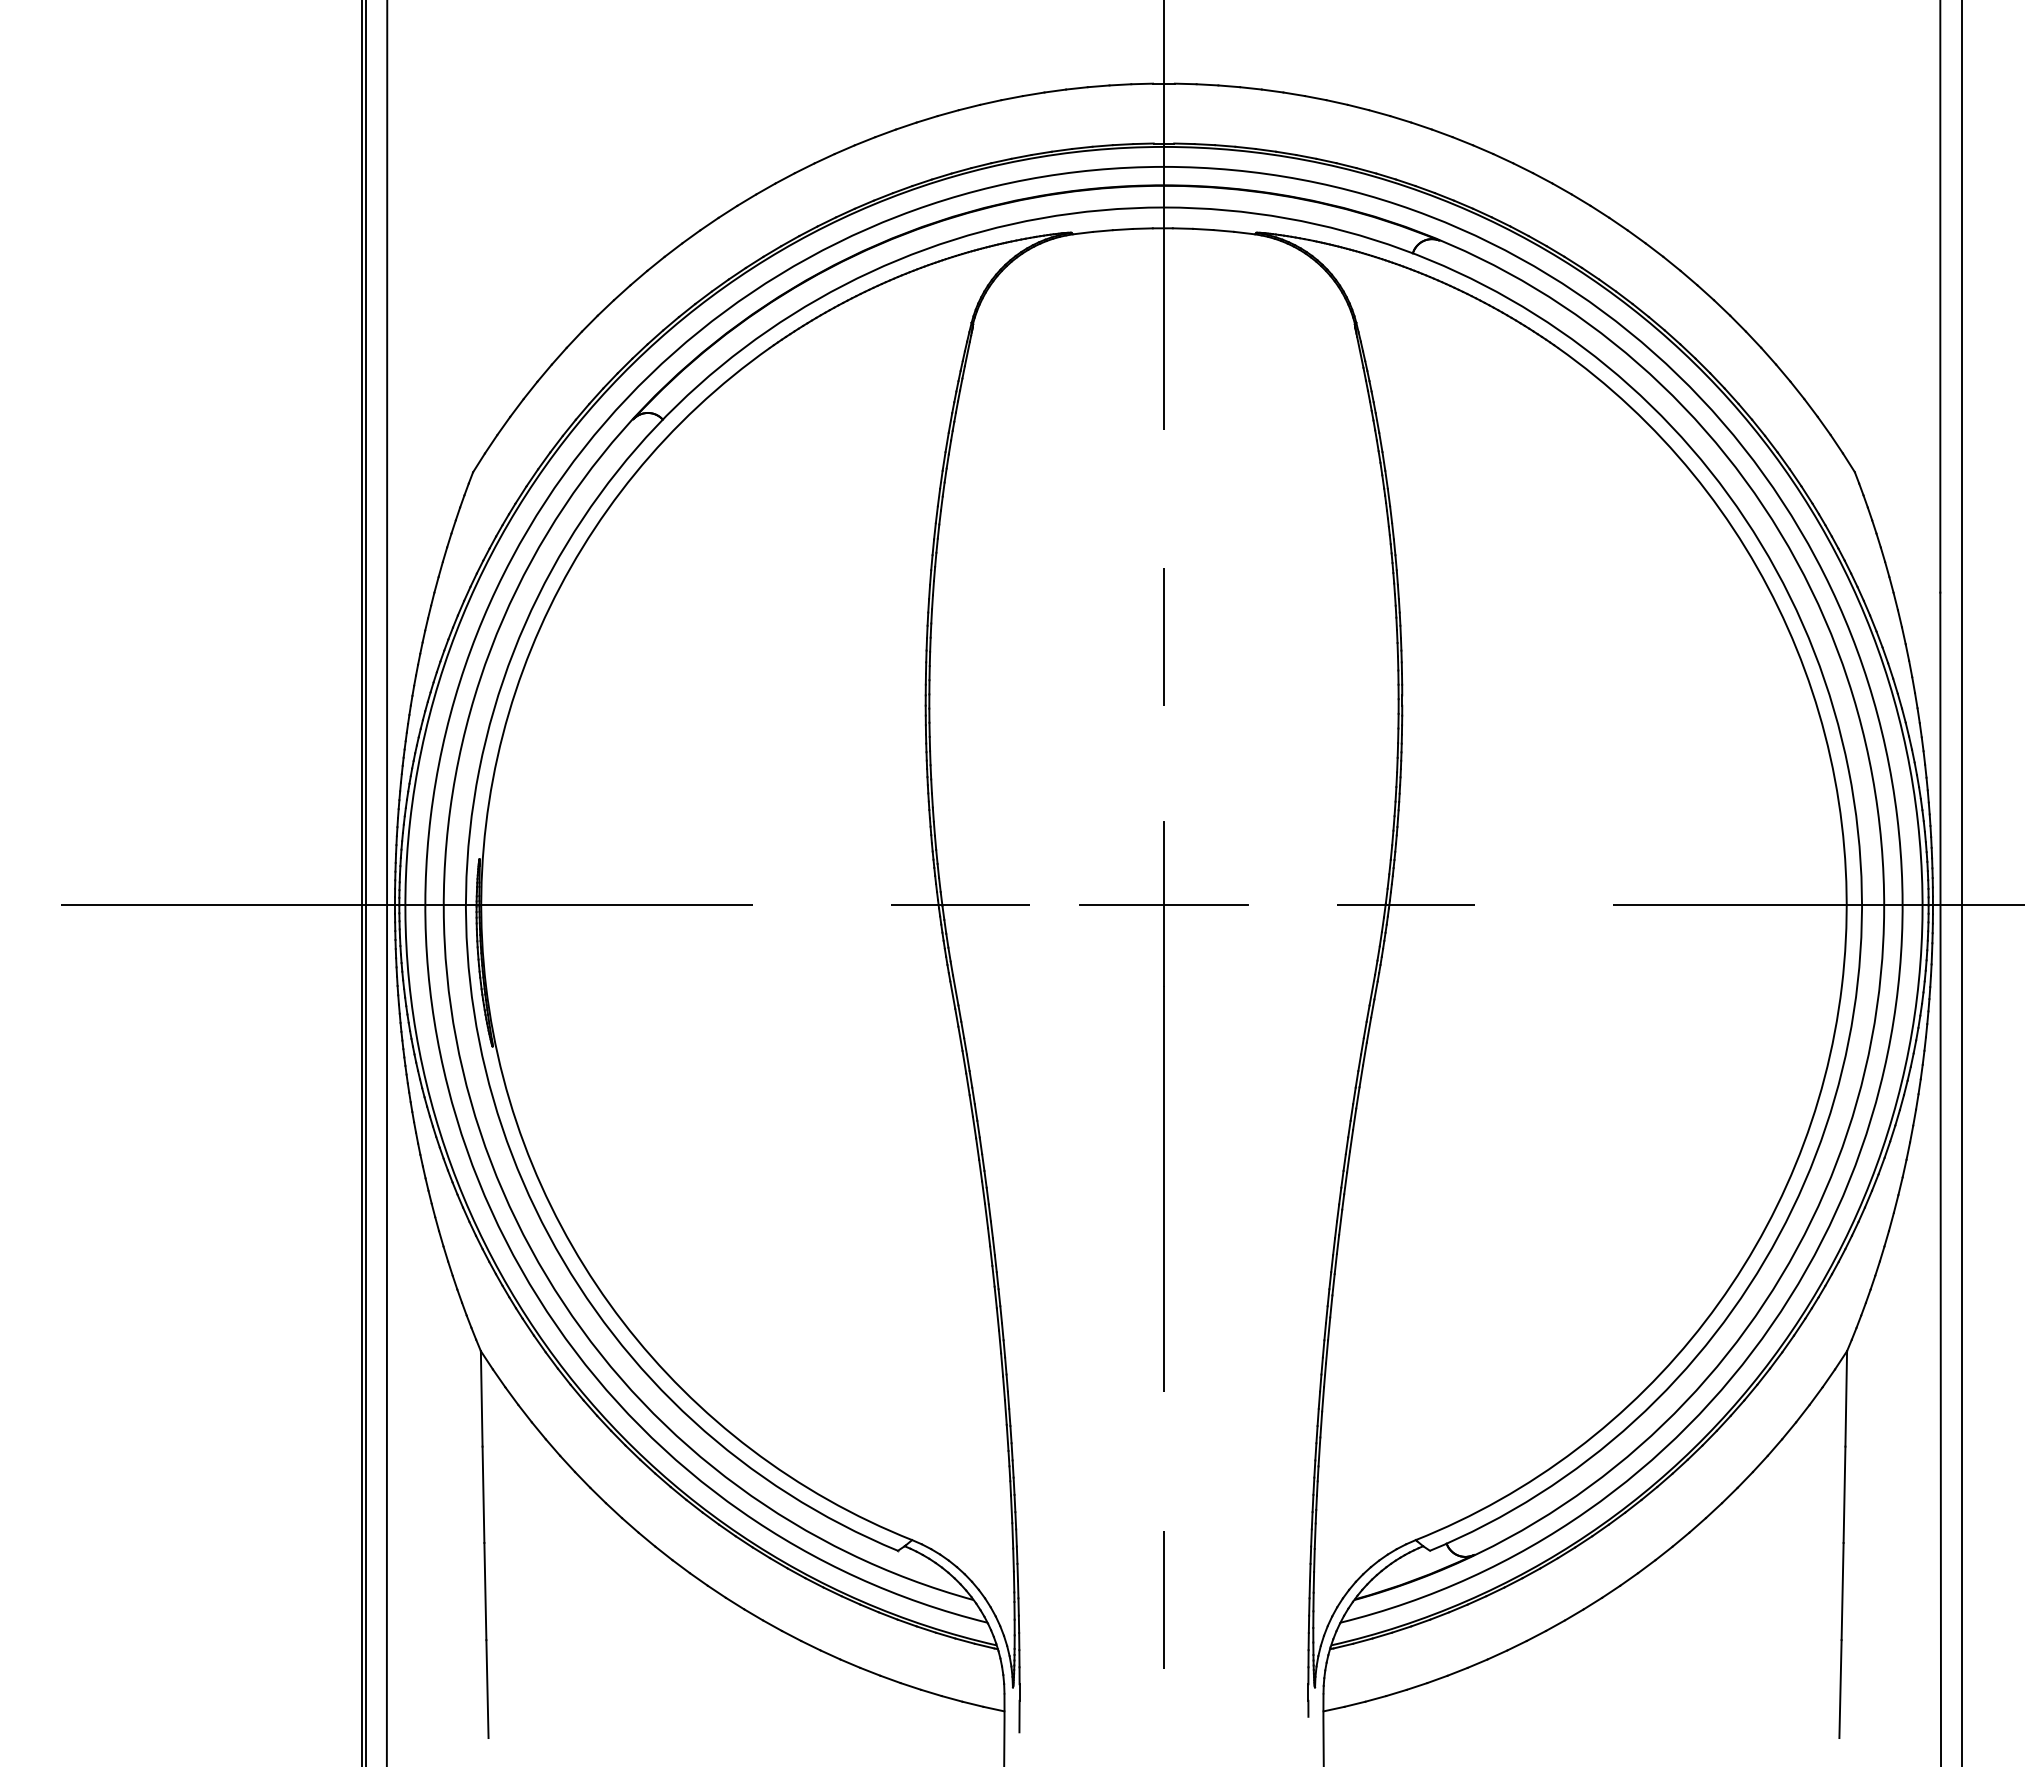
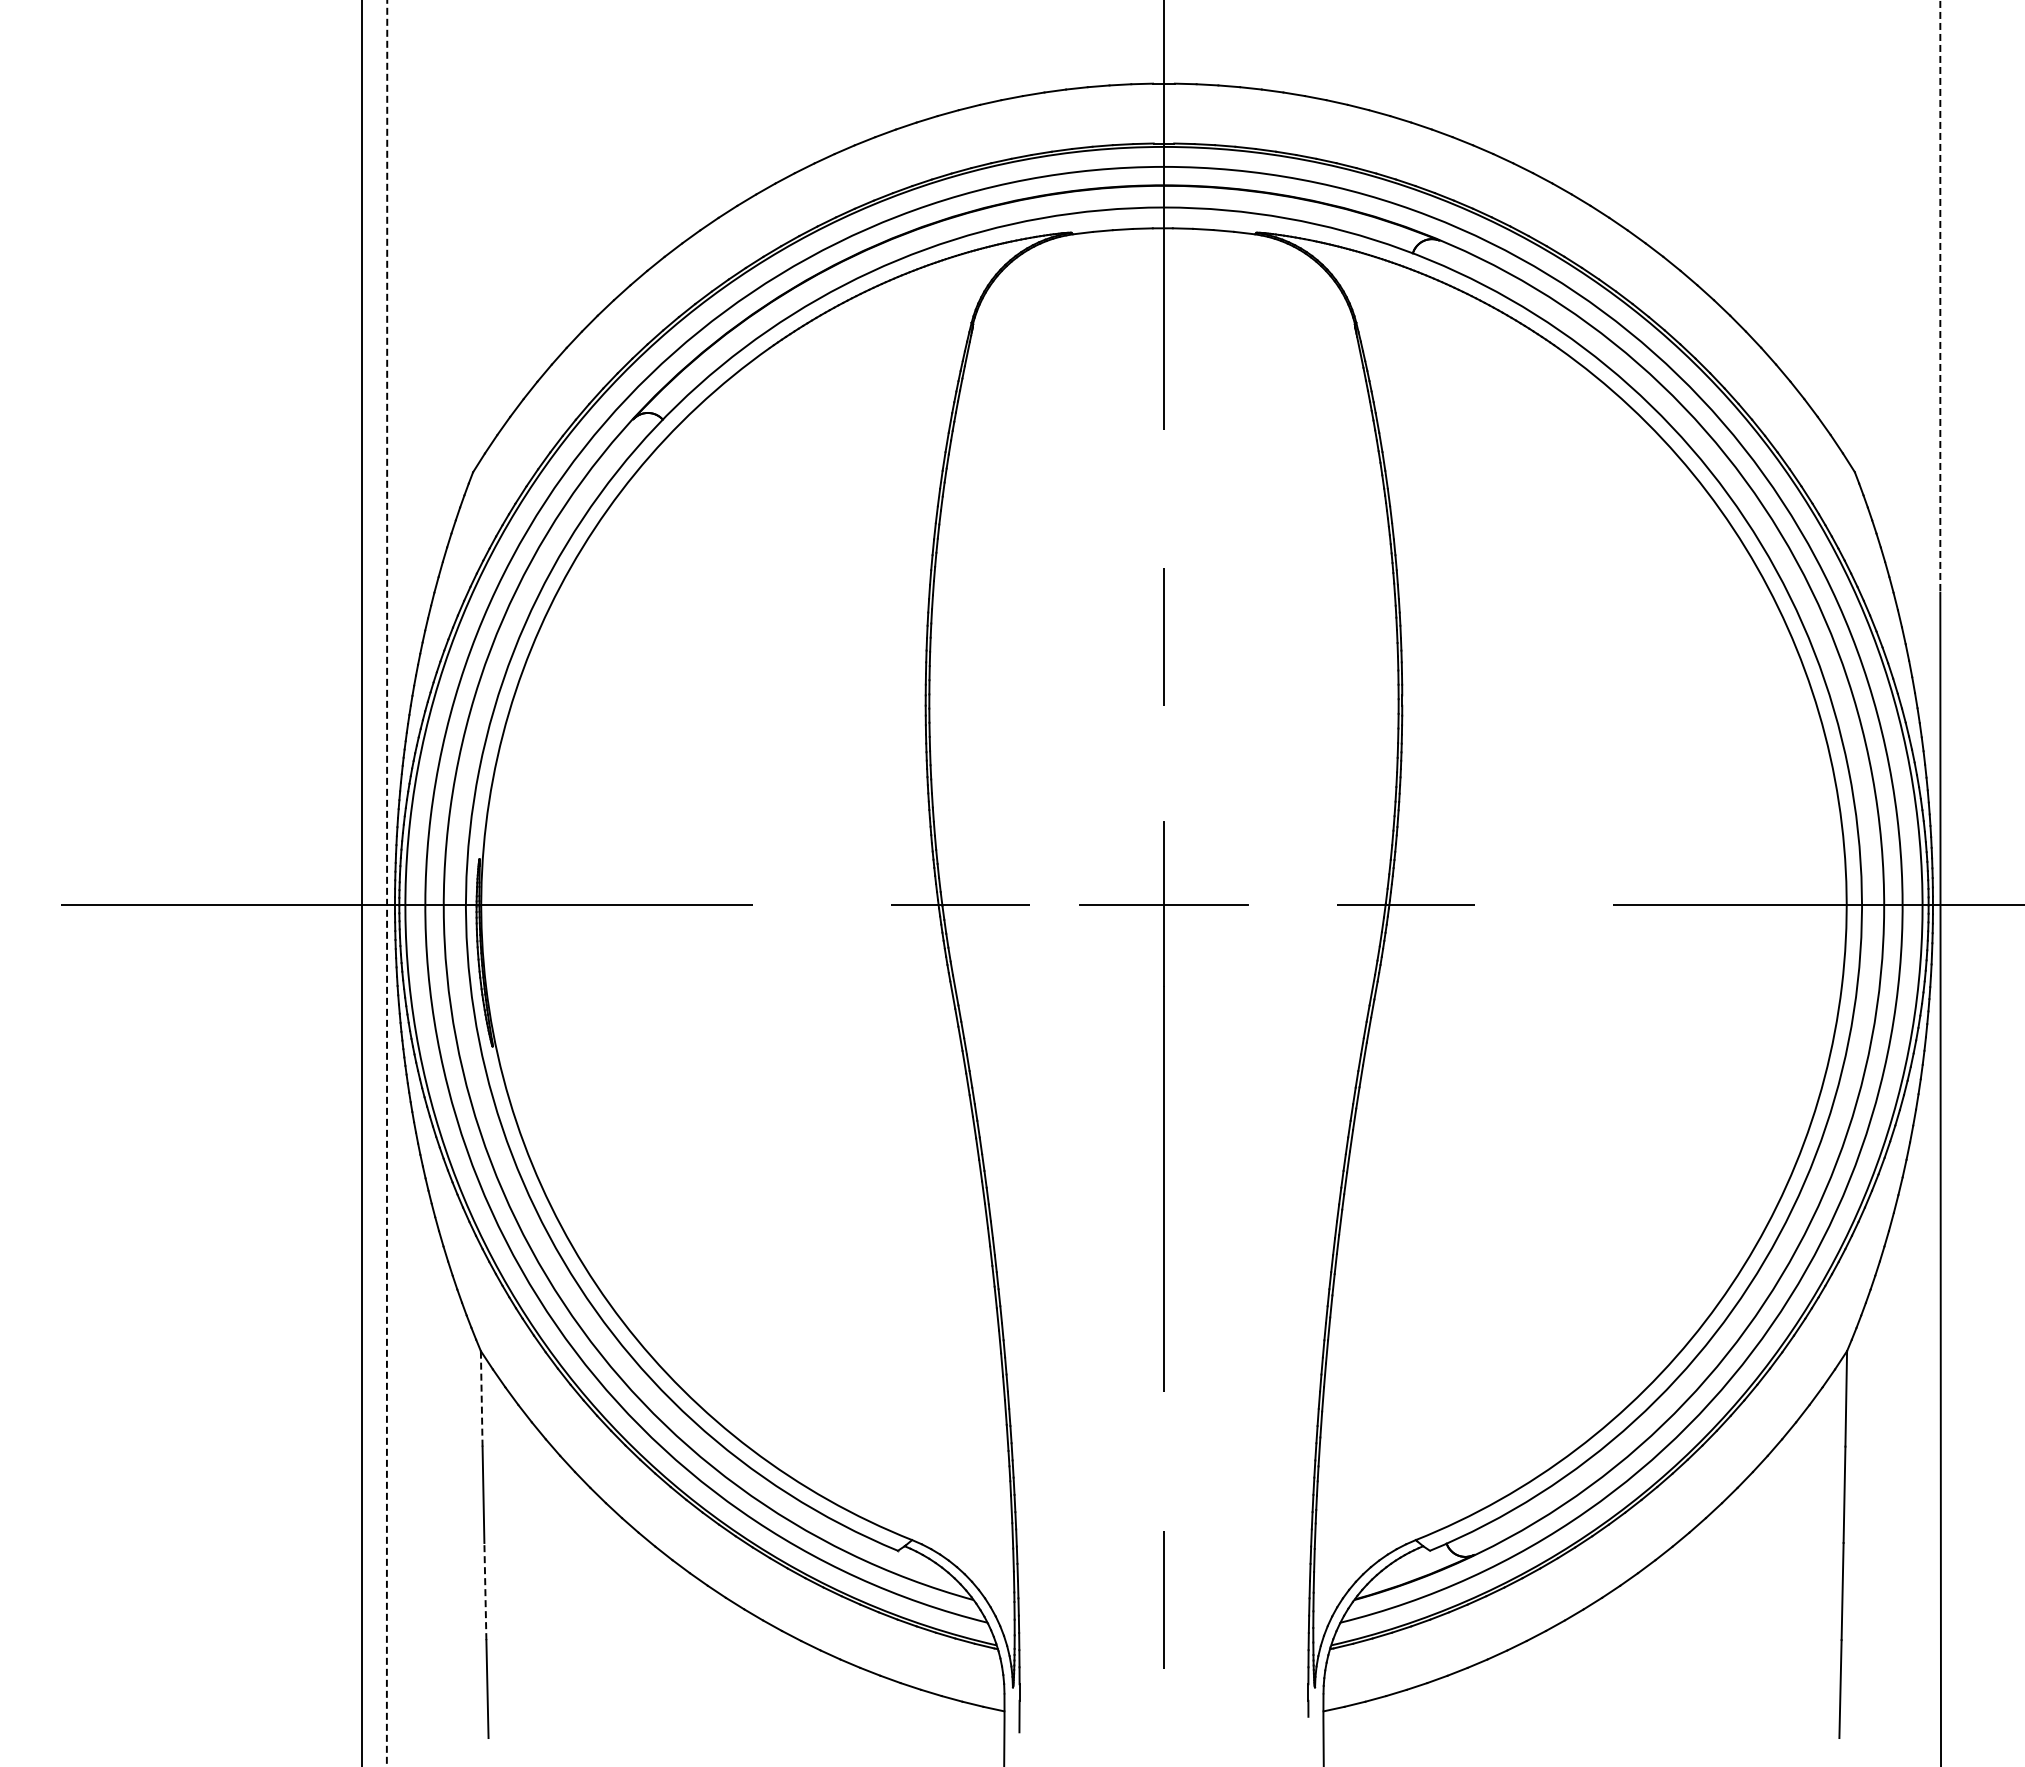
line at (1940, 296): solid -> dashed
line at (365, 882): present -> none
line at (1962, 882): present -> none
line at (387, 883): solid -> dashed
line at (481, 1398): solid -> dashed
line at (485, 1591): solid -> dashed
